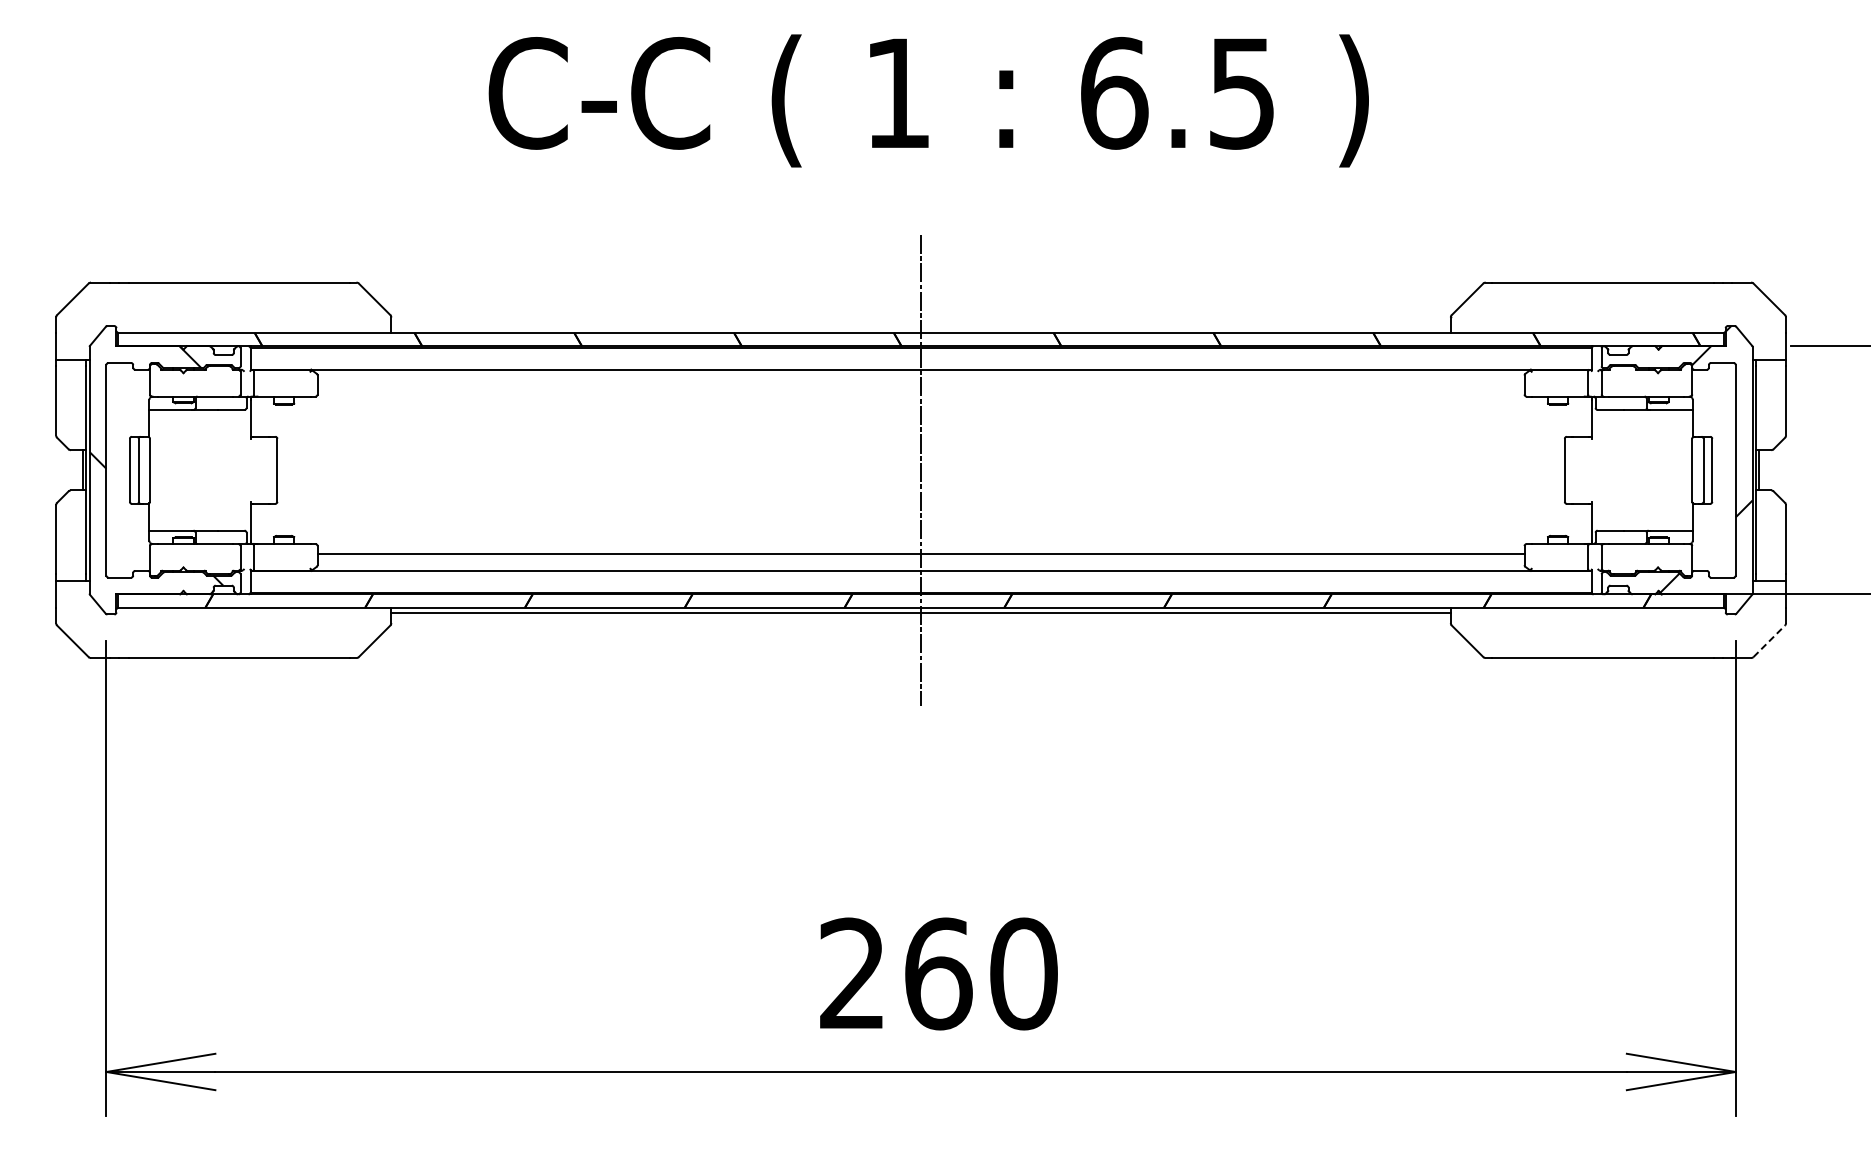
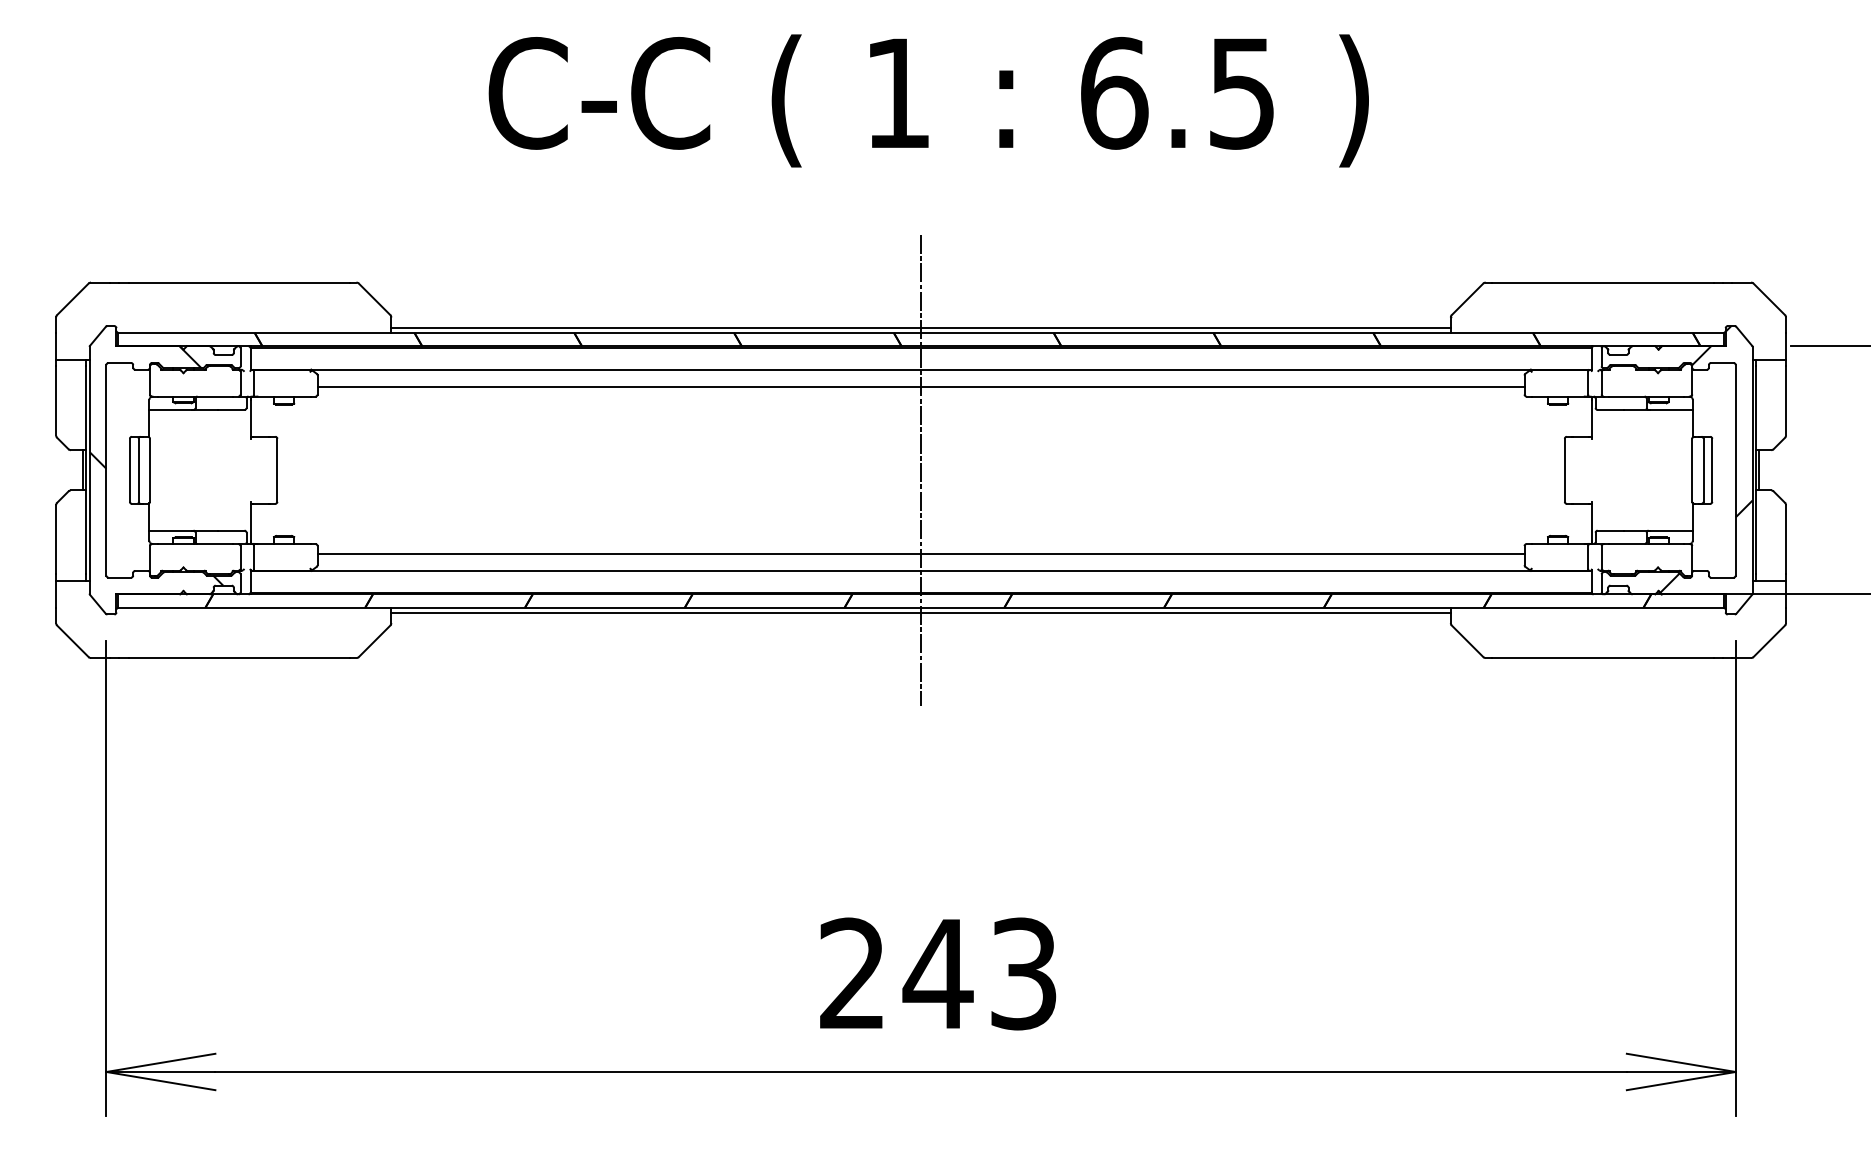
line at (920, 327): none -> present
line at (920, 386): none -> present
line at (1769, 640): dashed -> solid
text at (979, 973): 260 -> 243
